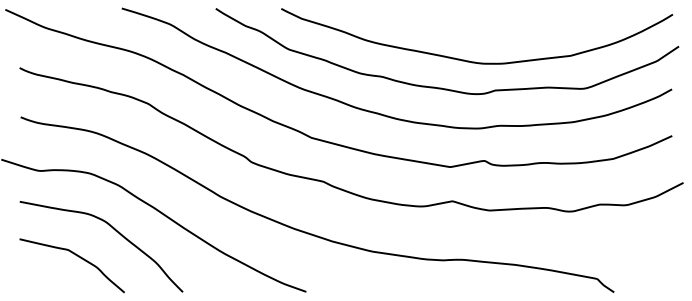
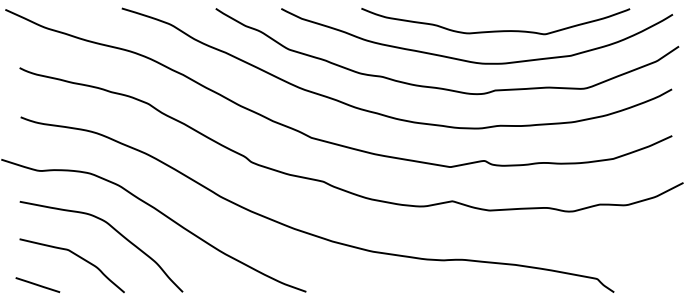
curve at (495, 30): none -> present
line at (37, 284): none -> present
